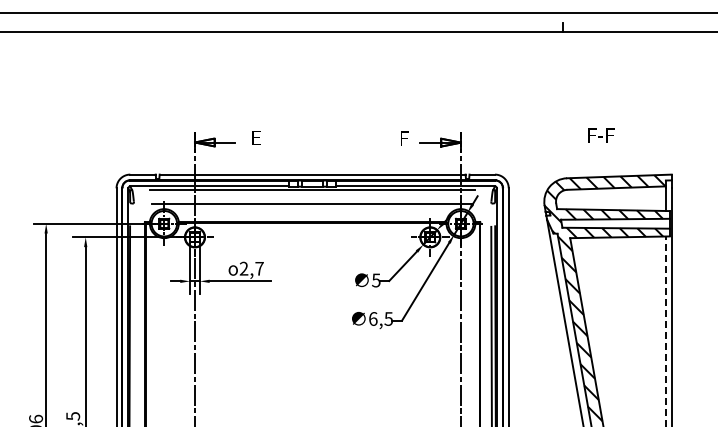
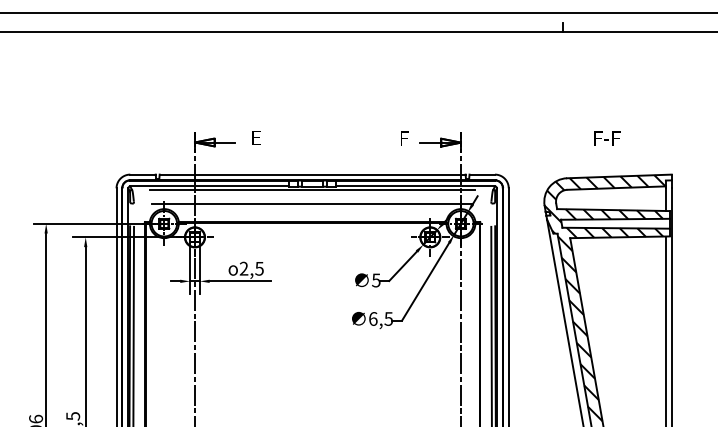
text at (601, 135) position: (601, 135) -> (607, 138)
text at (259, 268): 2,7 -> 2,5
line at (133, 324): none -> present
line at (665, 331): dashed -> solid
